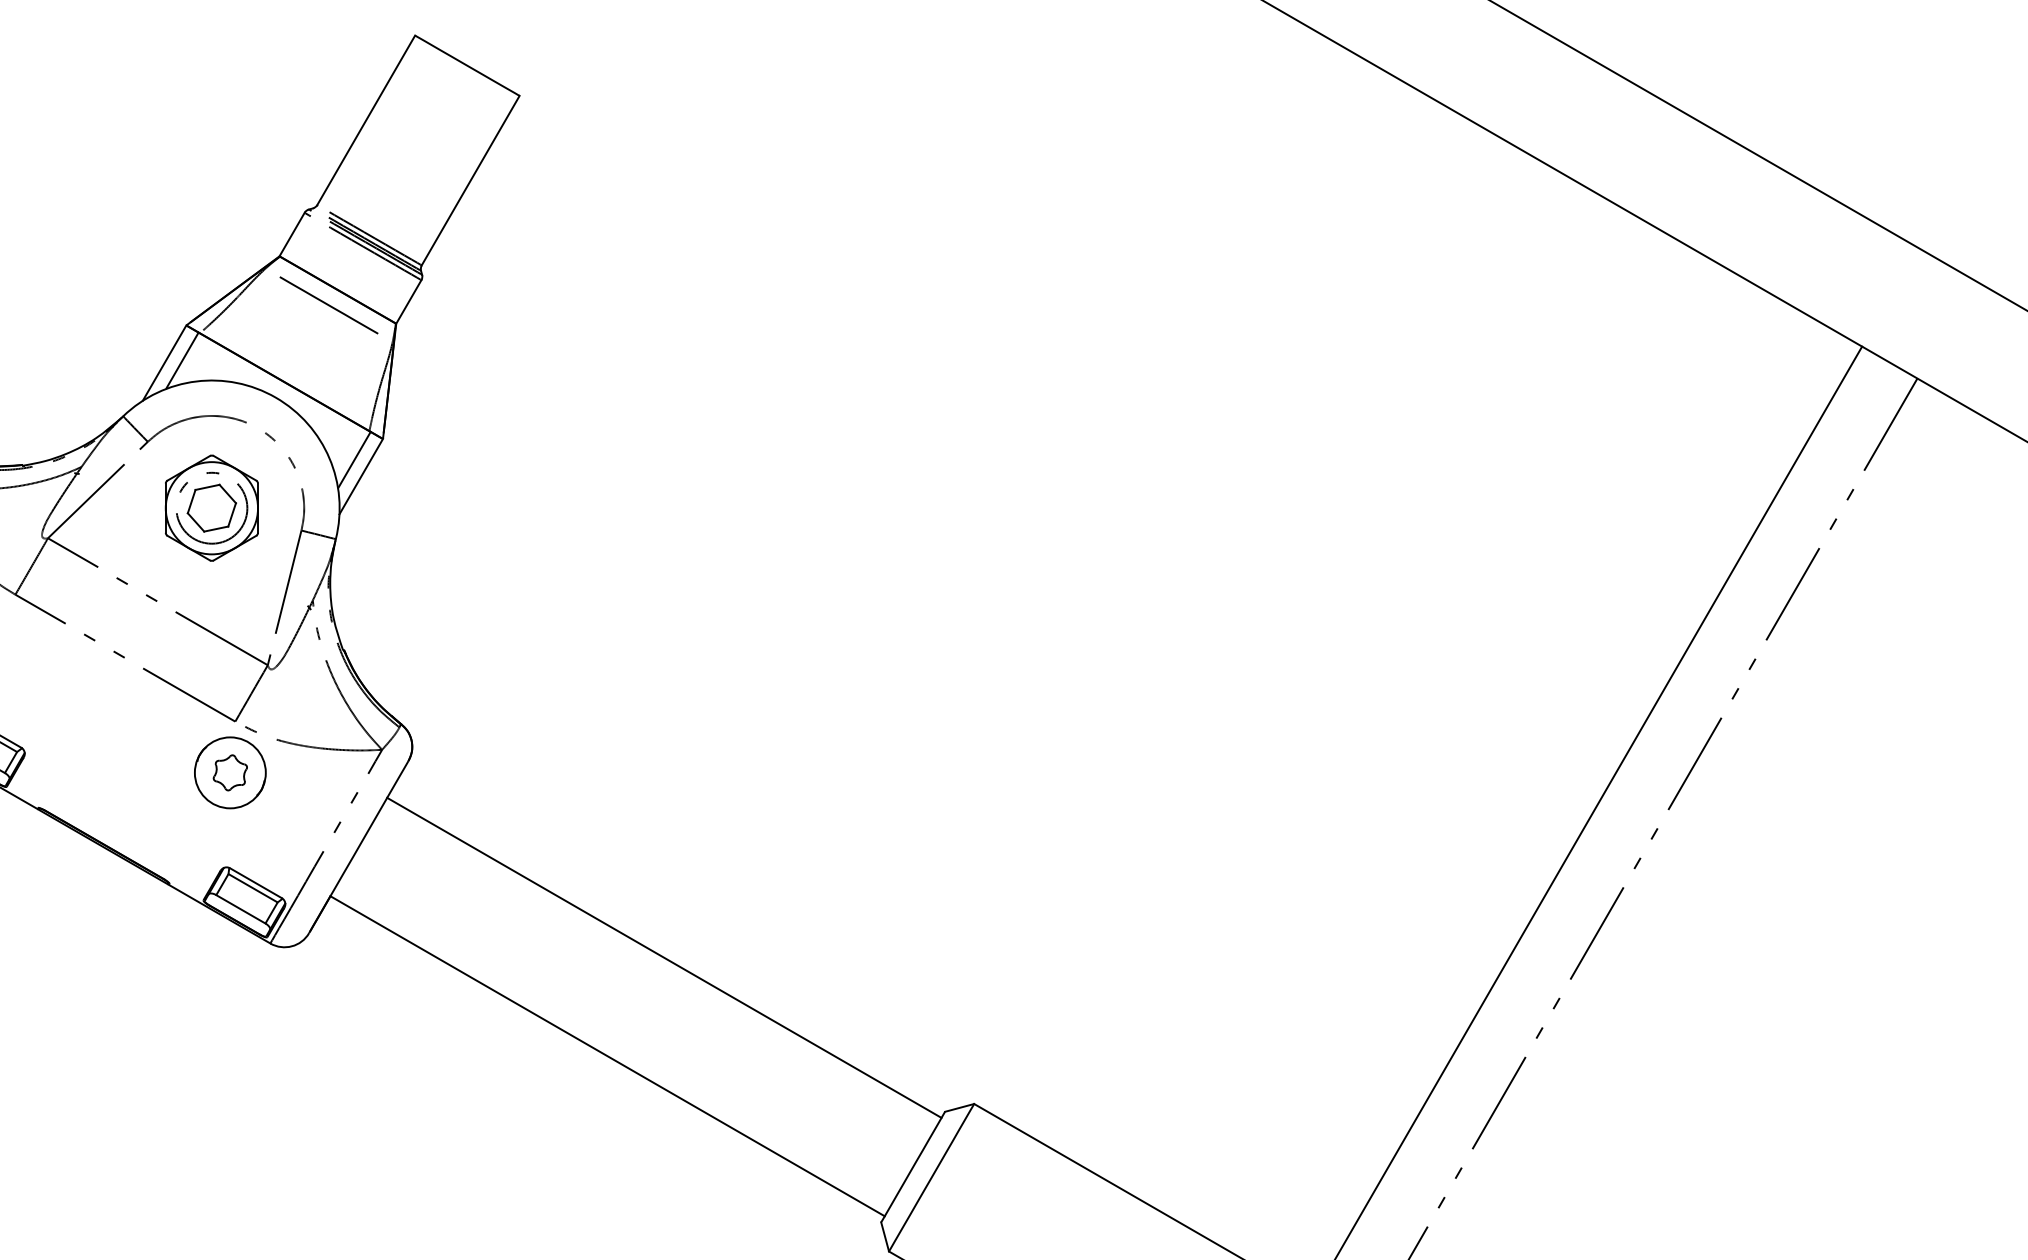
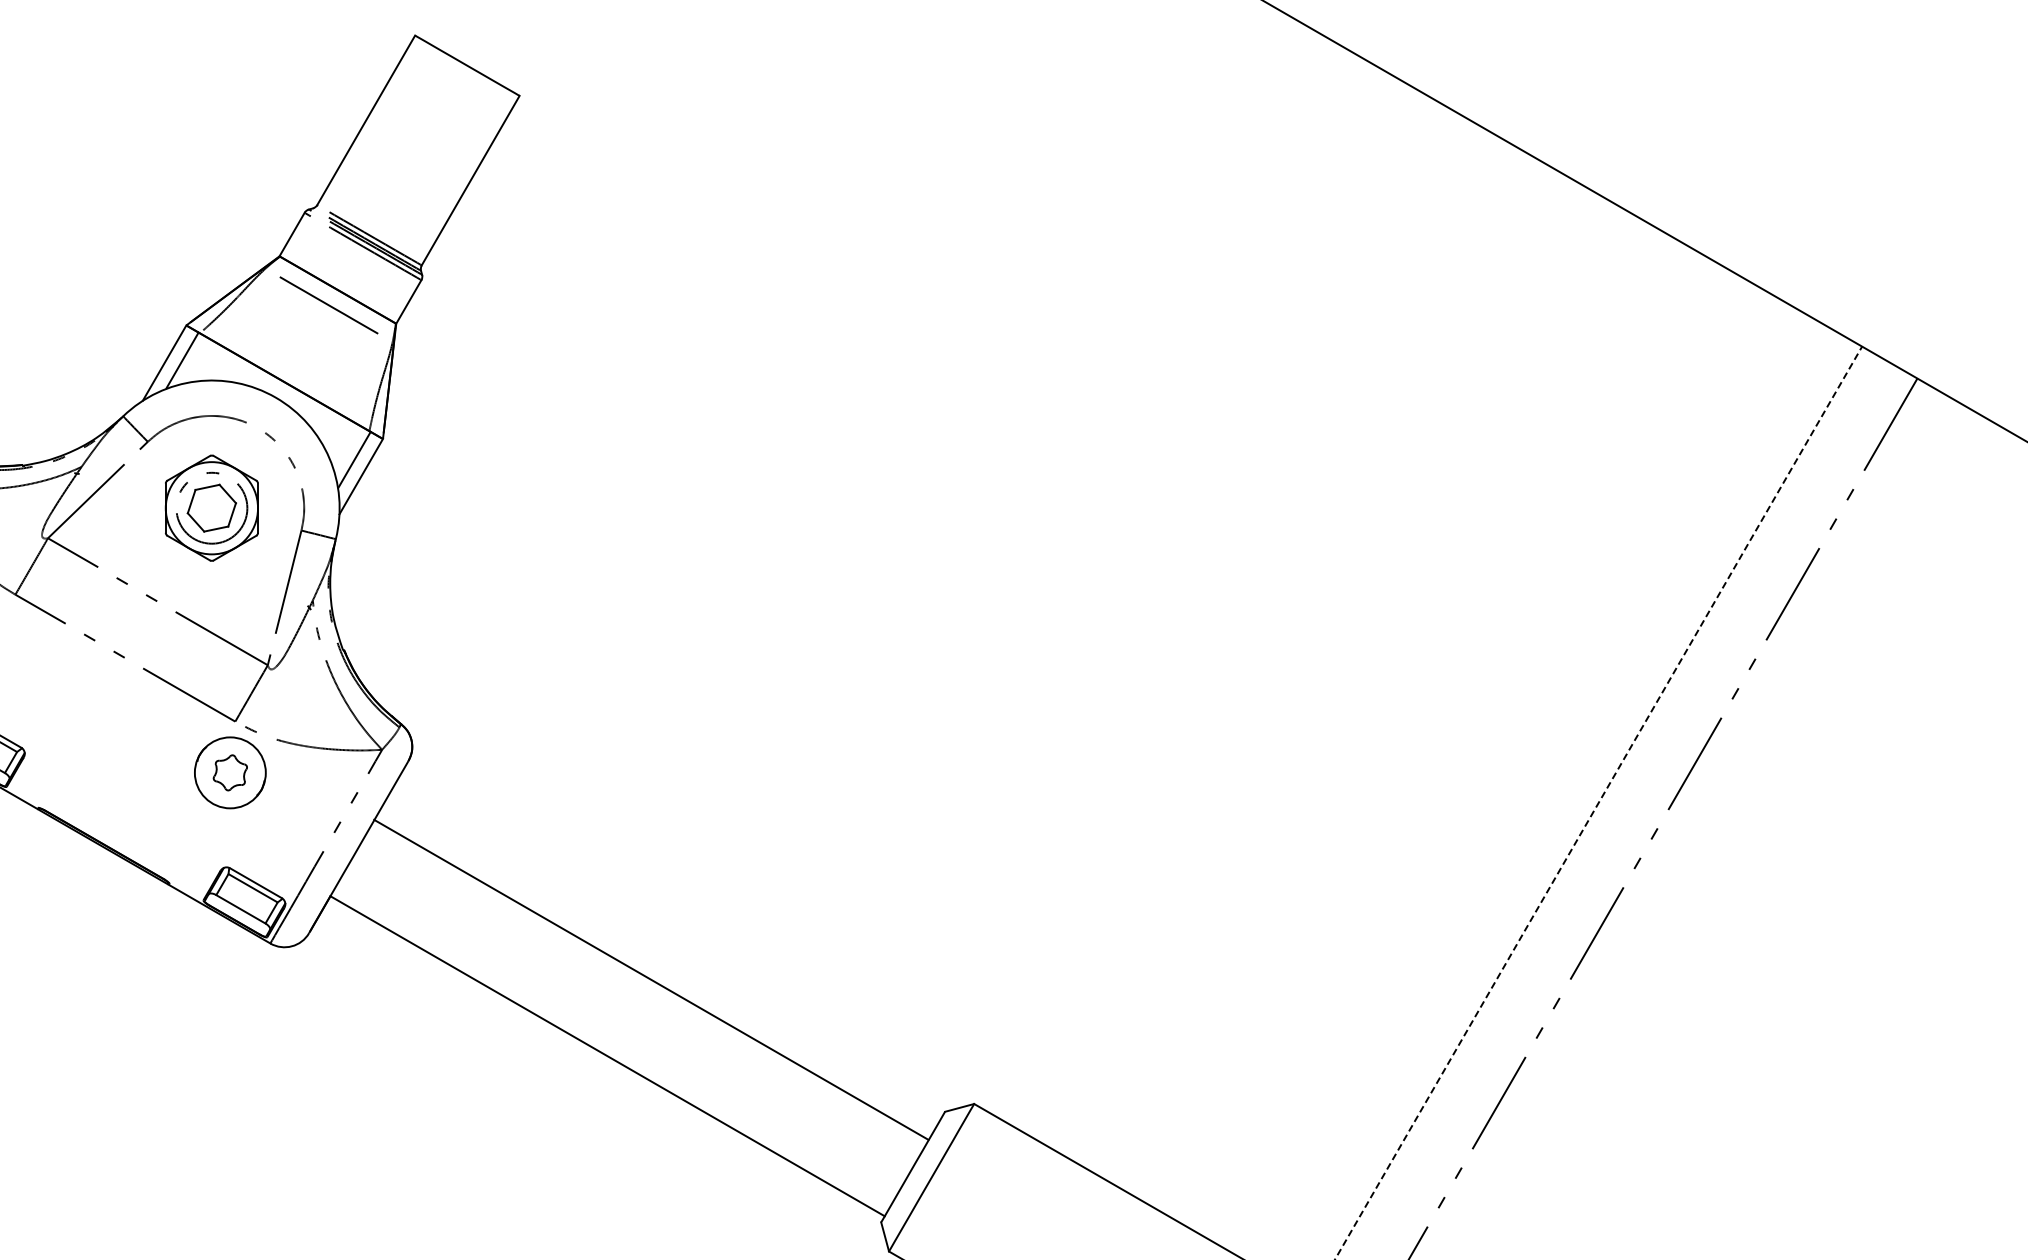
line at (1758, 155): present -> none
line at (1598, 802): solid -> dashed
line at (664, 957) position: (664, 957) -> (651, 979)
